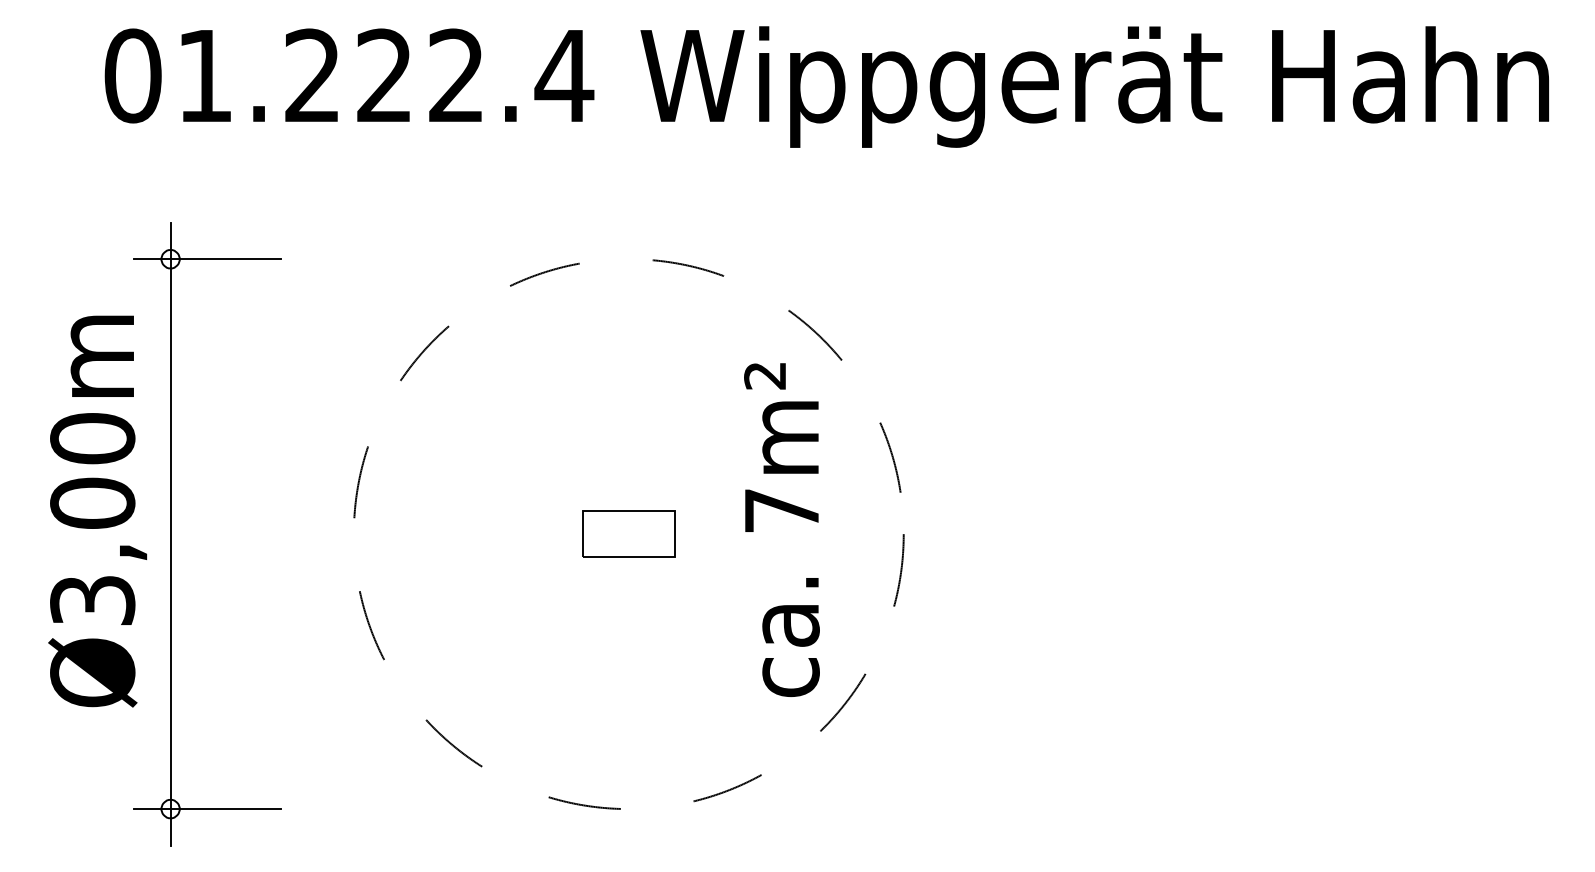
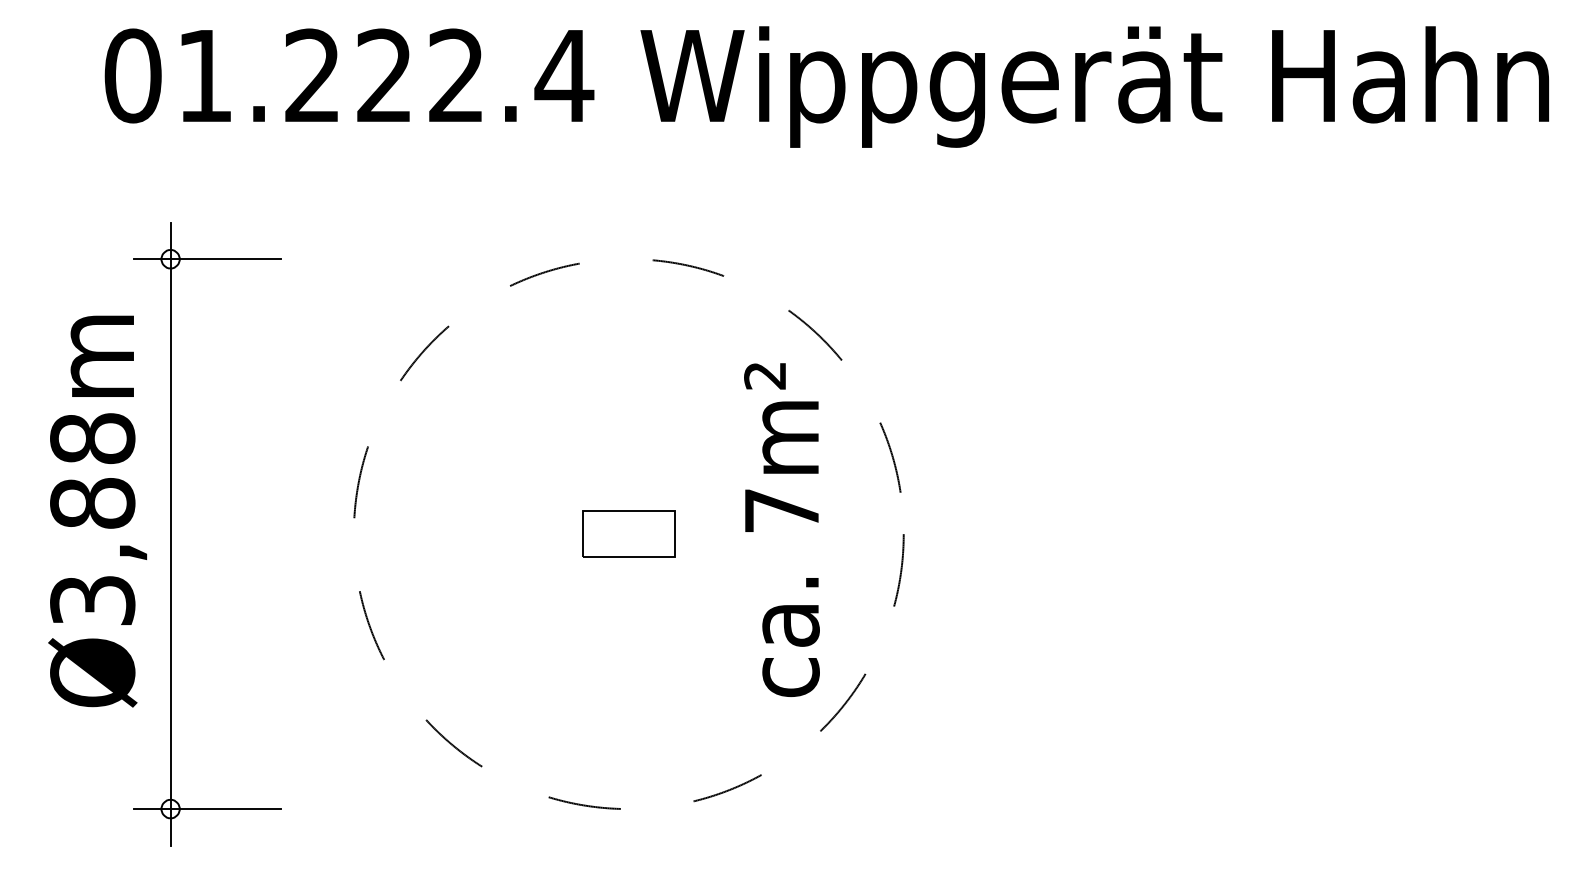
text at (92, 470): Ø3,00m -> Ø3,88m
